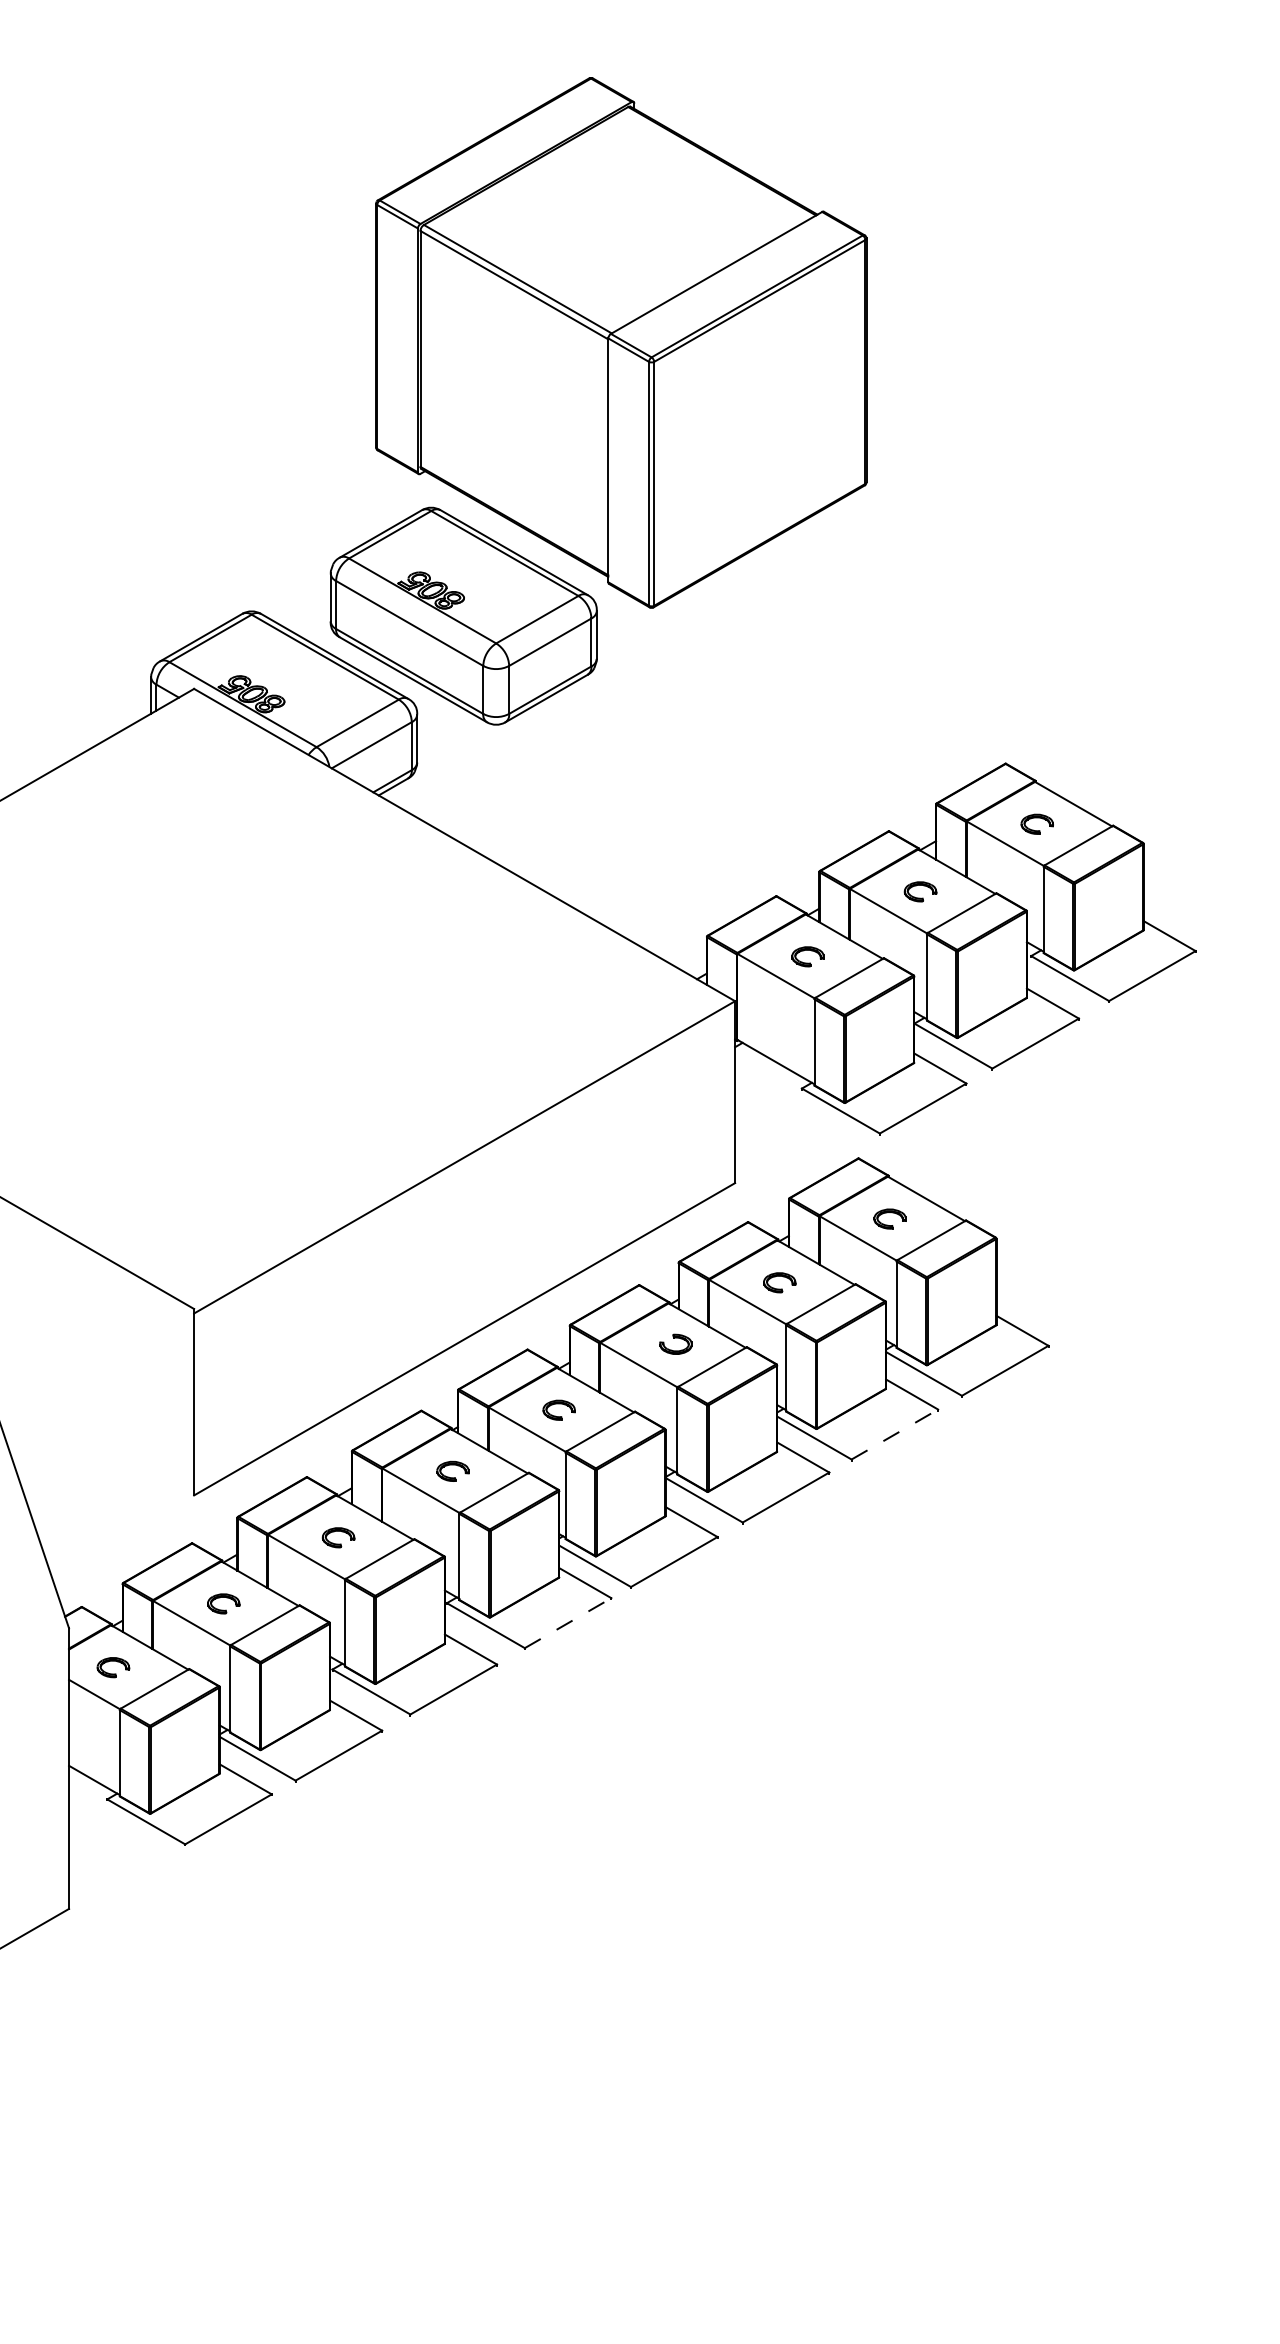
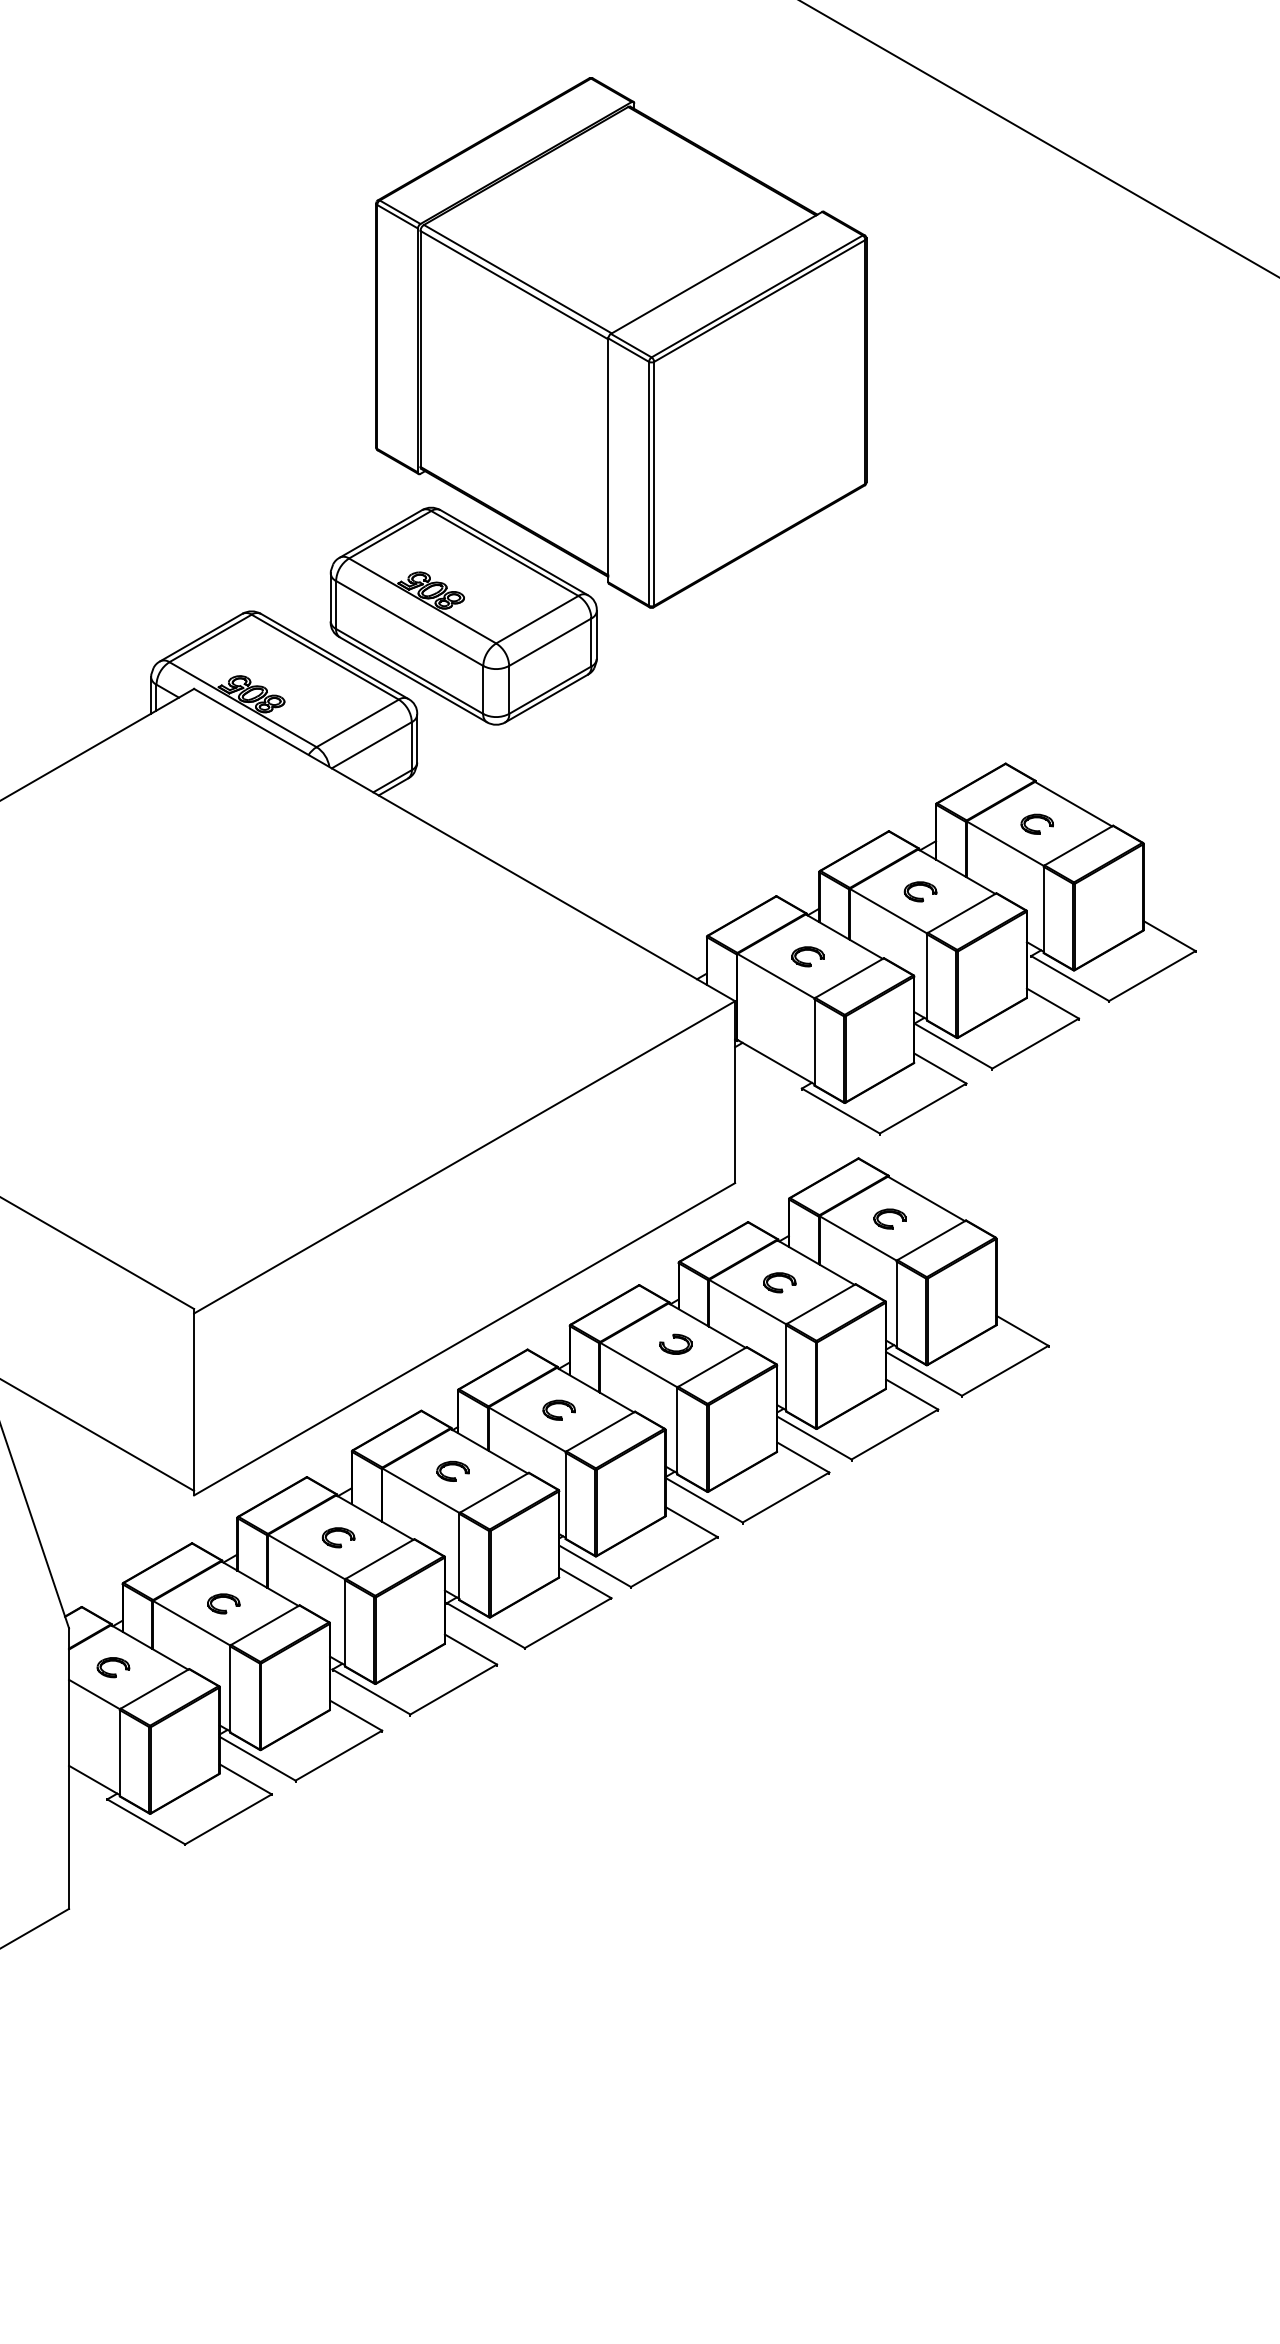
line at (1039, 139): none -> present
line at (894, 1434): dashed -> solid
line at (98, 1435): none -> present
line at (568, 1623): dashed -> solid
